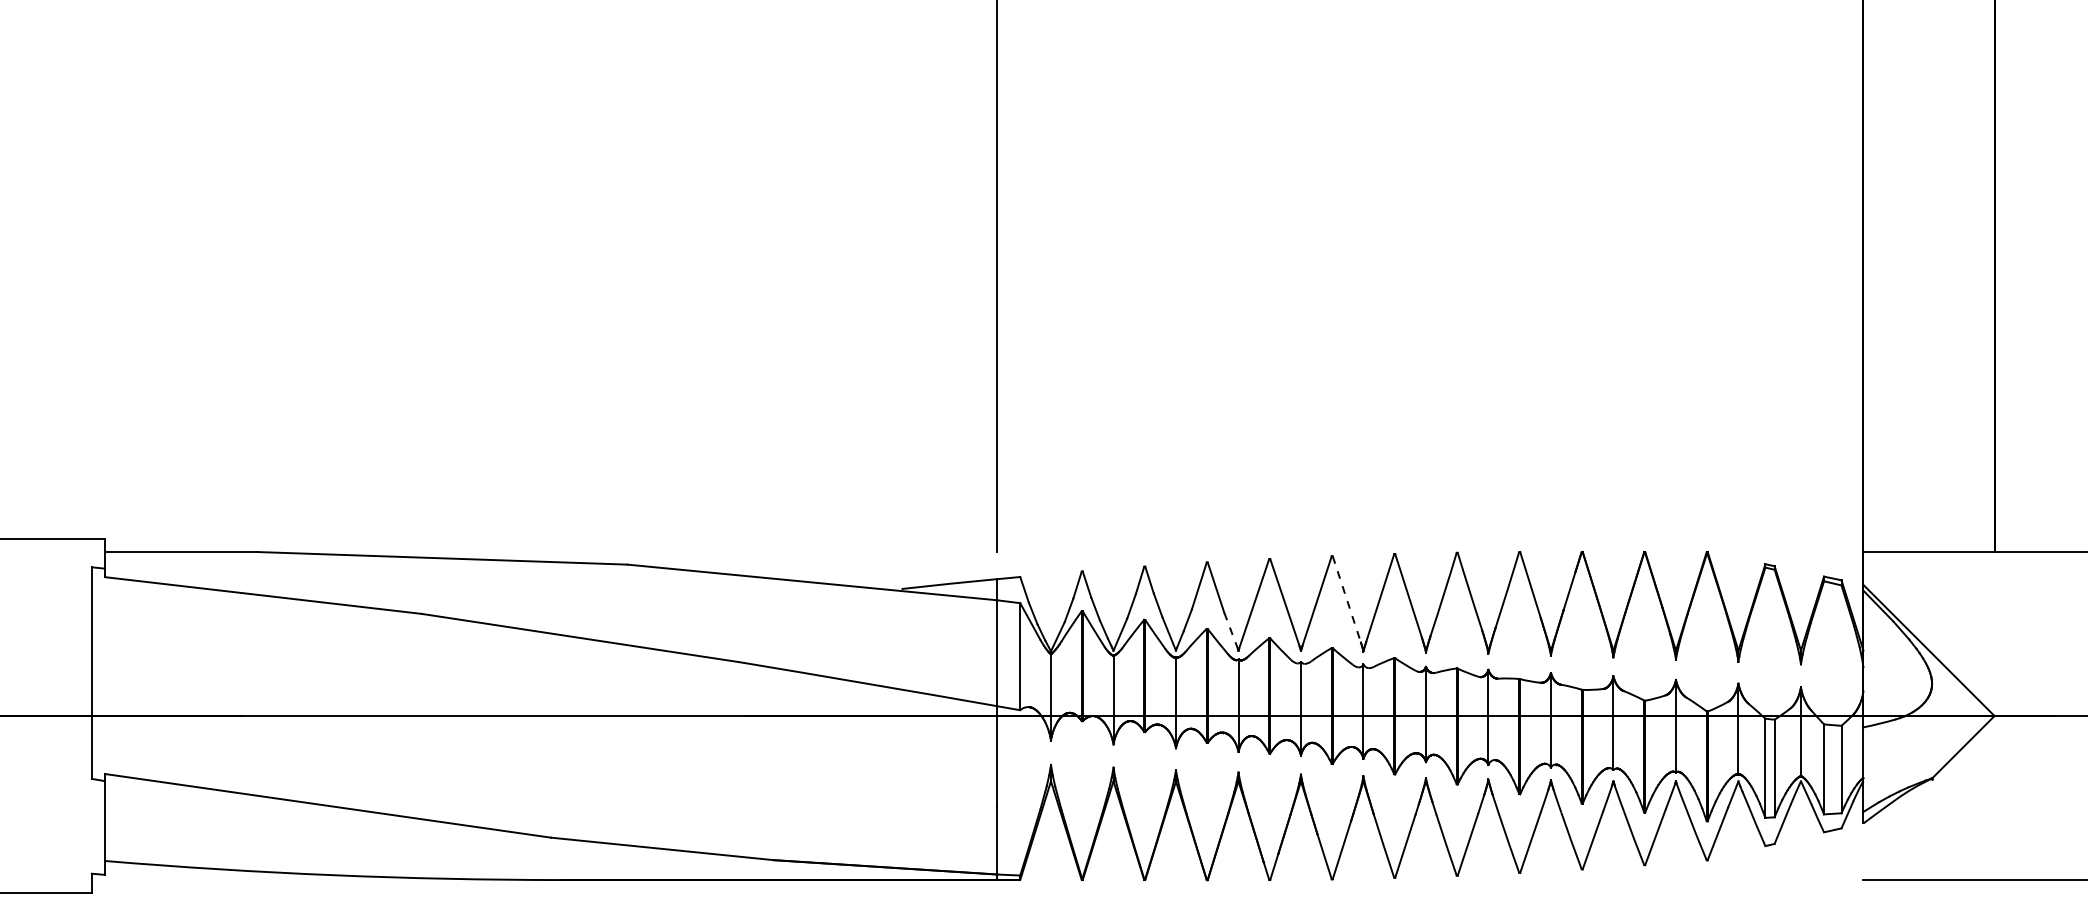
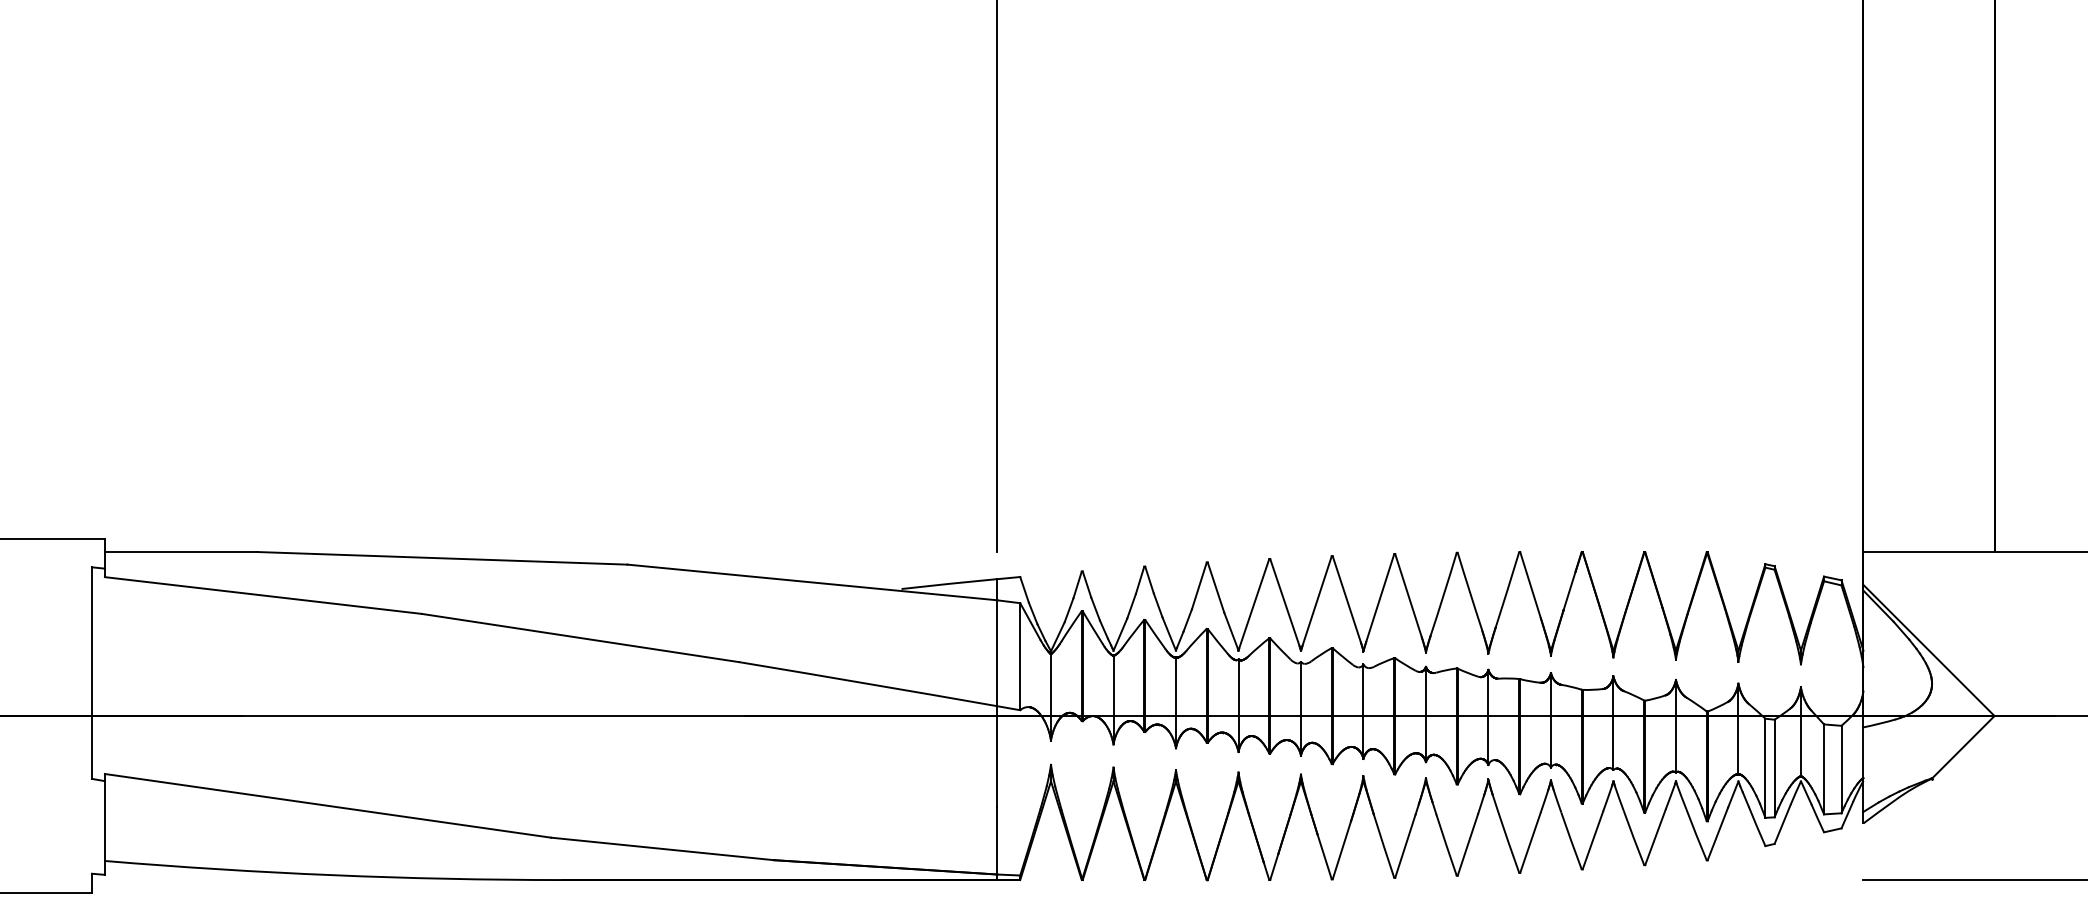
line at (1346, 599): dashed -> solid
line at (1231, 631): dashed -> solid
